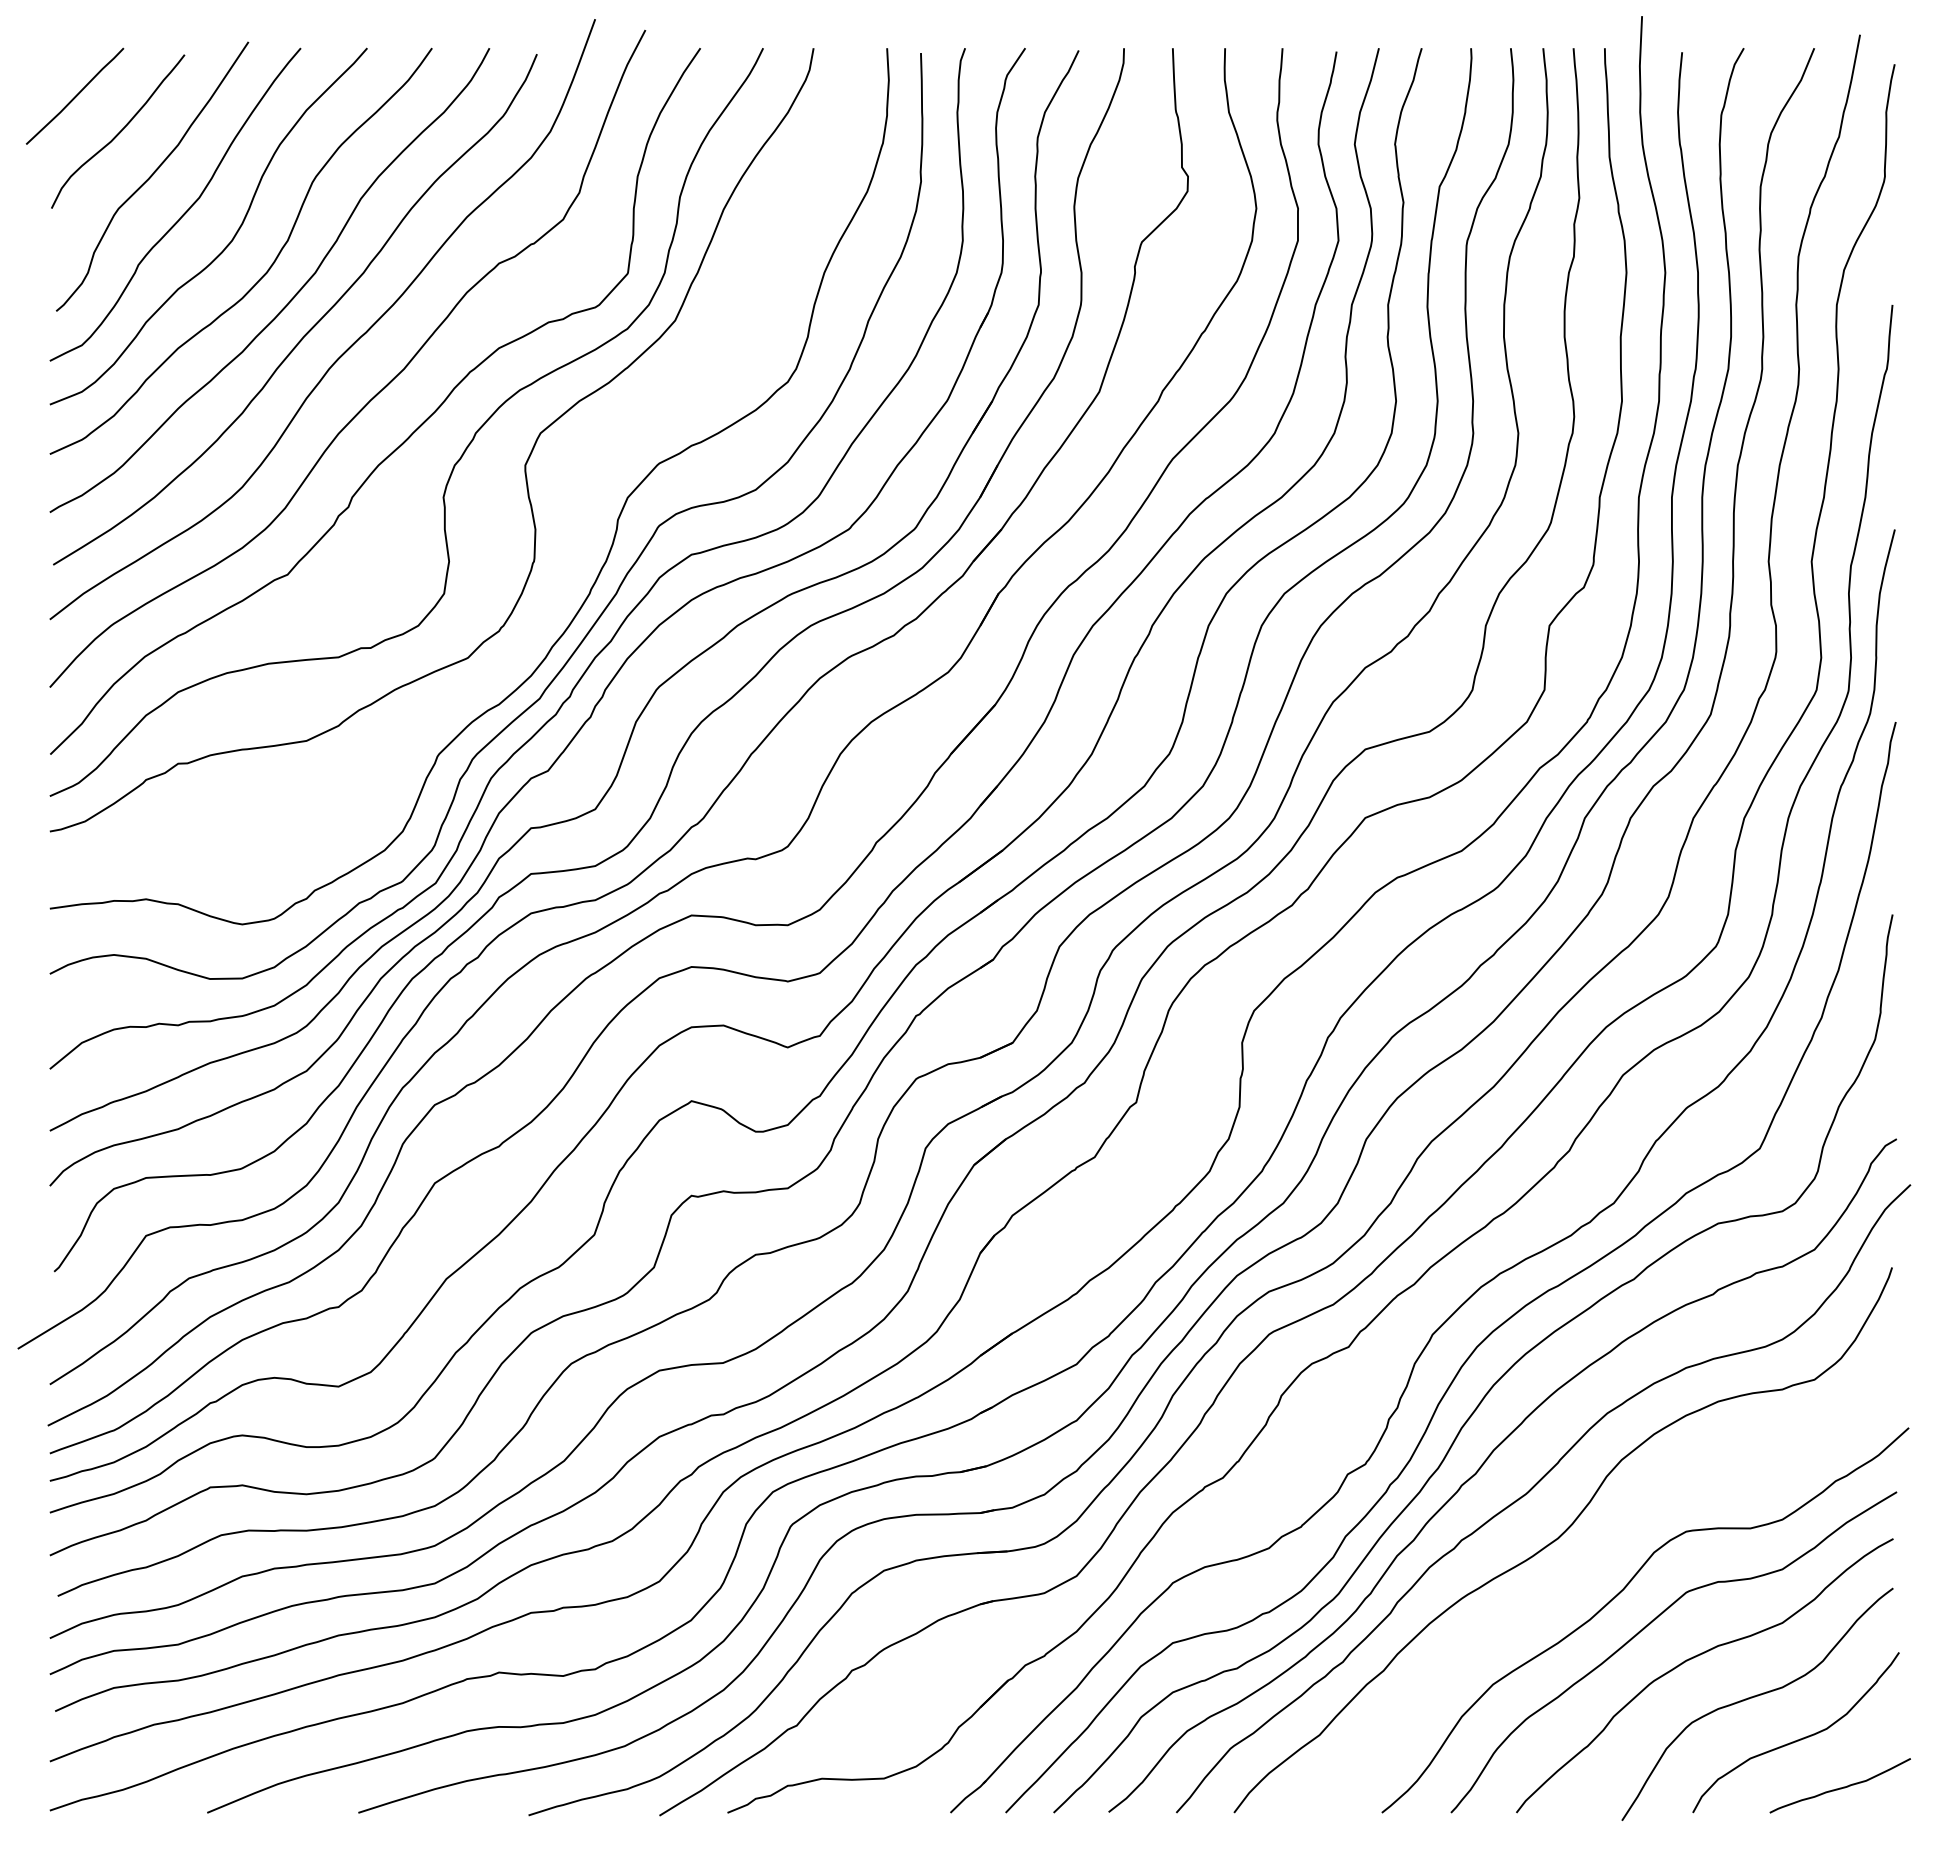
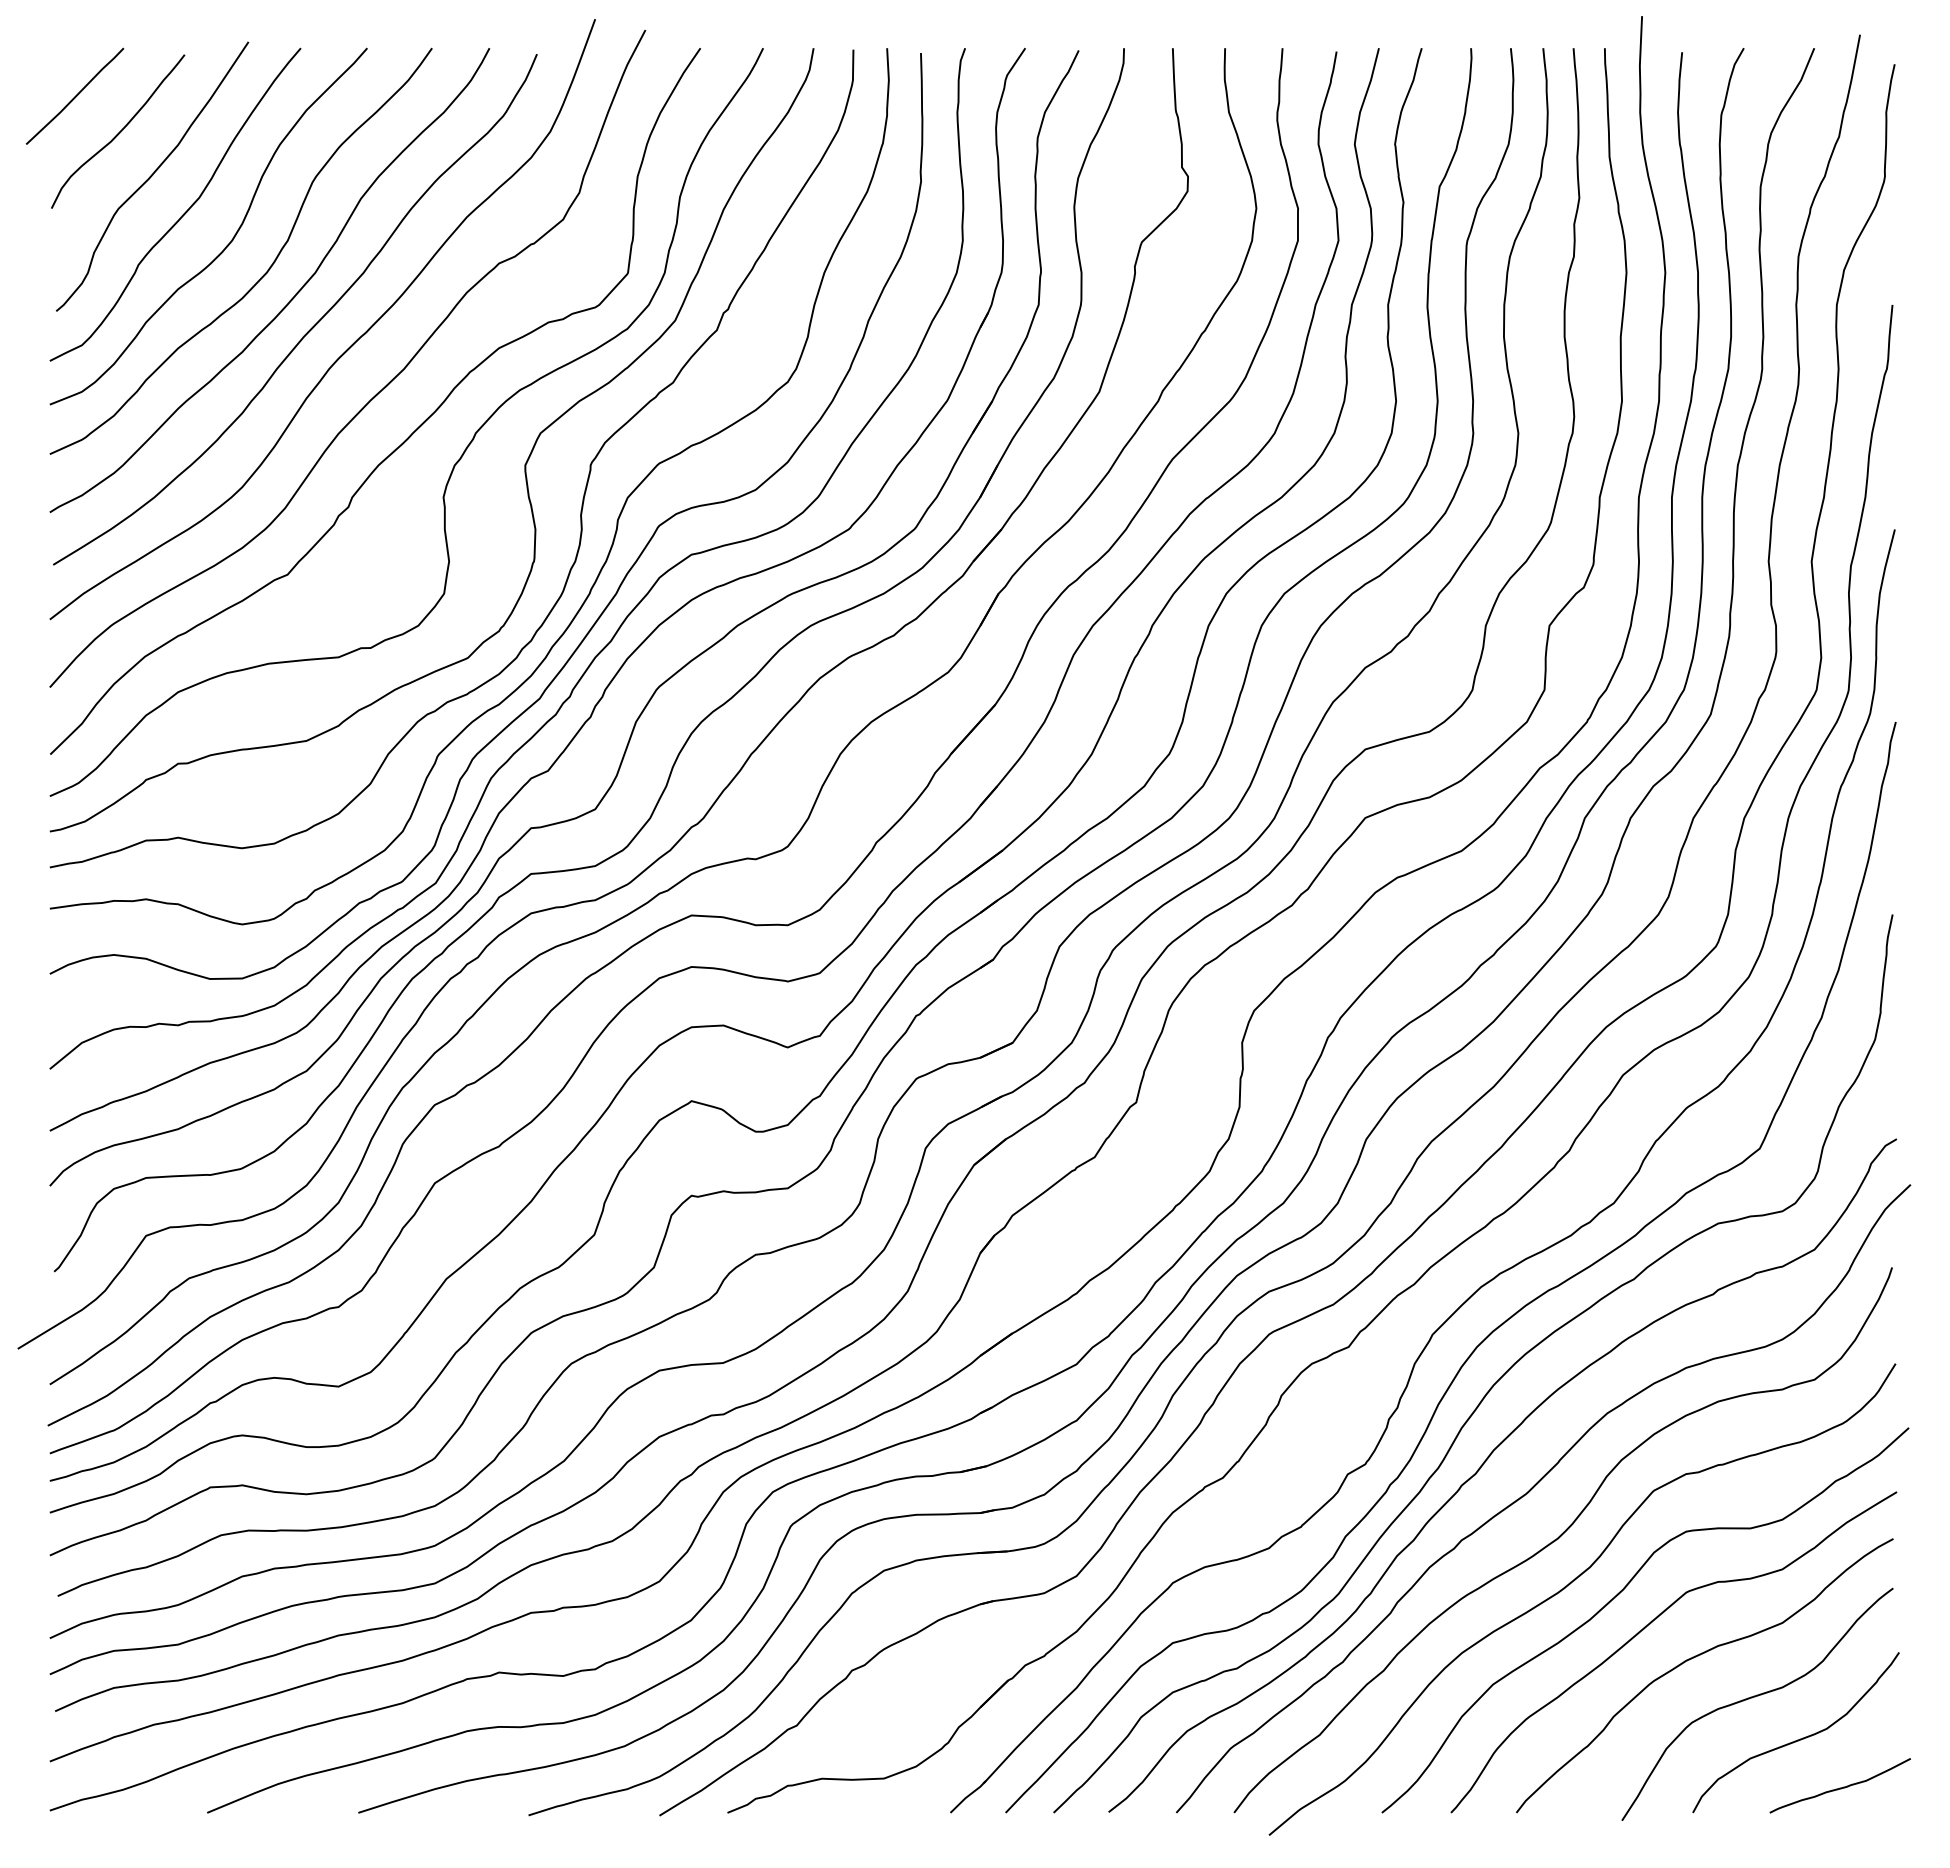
curve at (583, 493): none -> present
curve at (1569, 1585): none -> present
